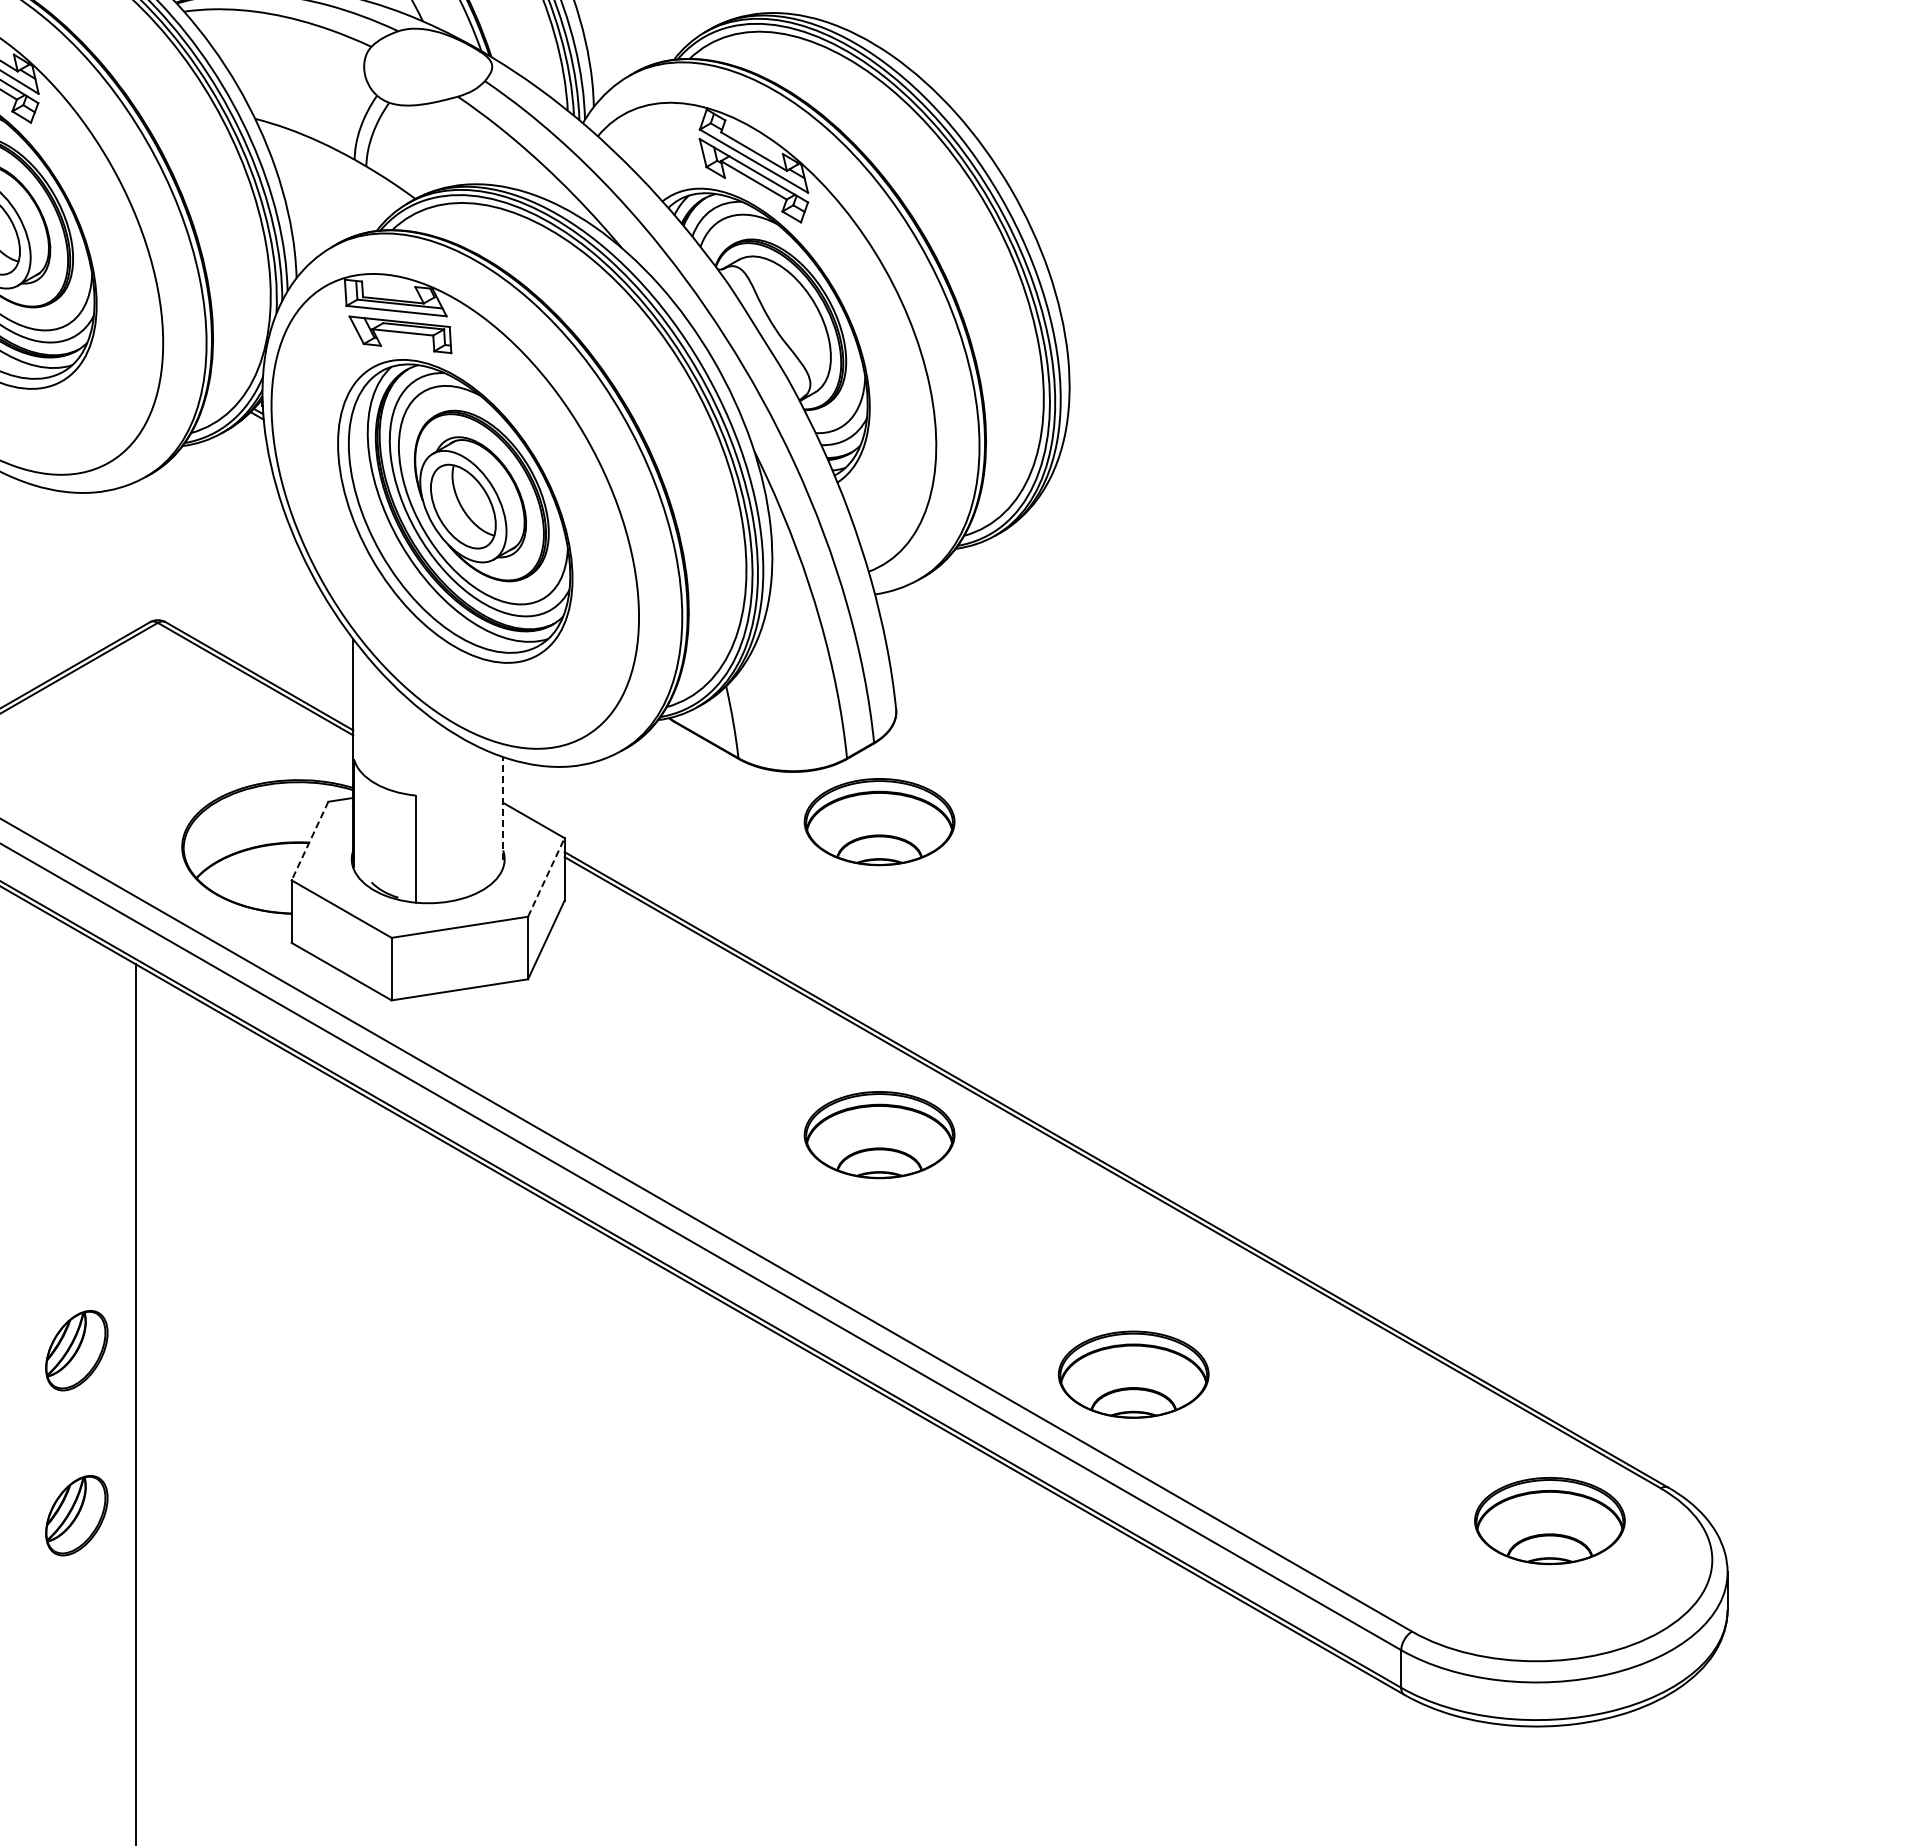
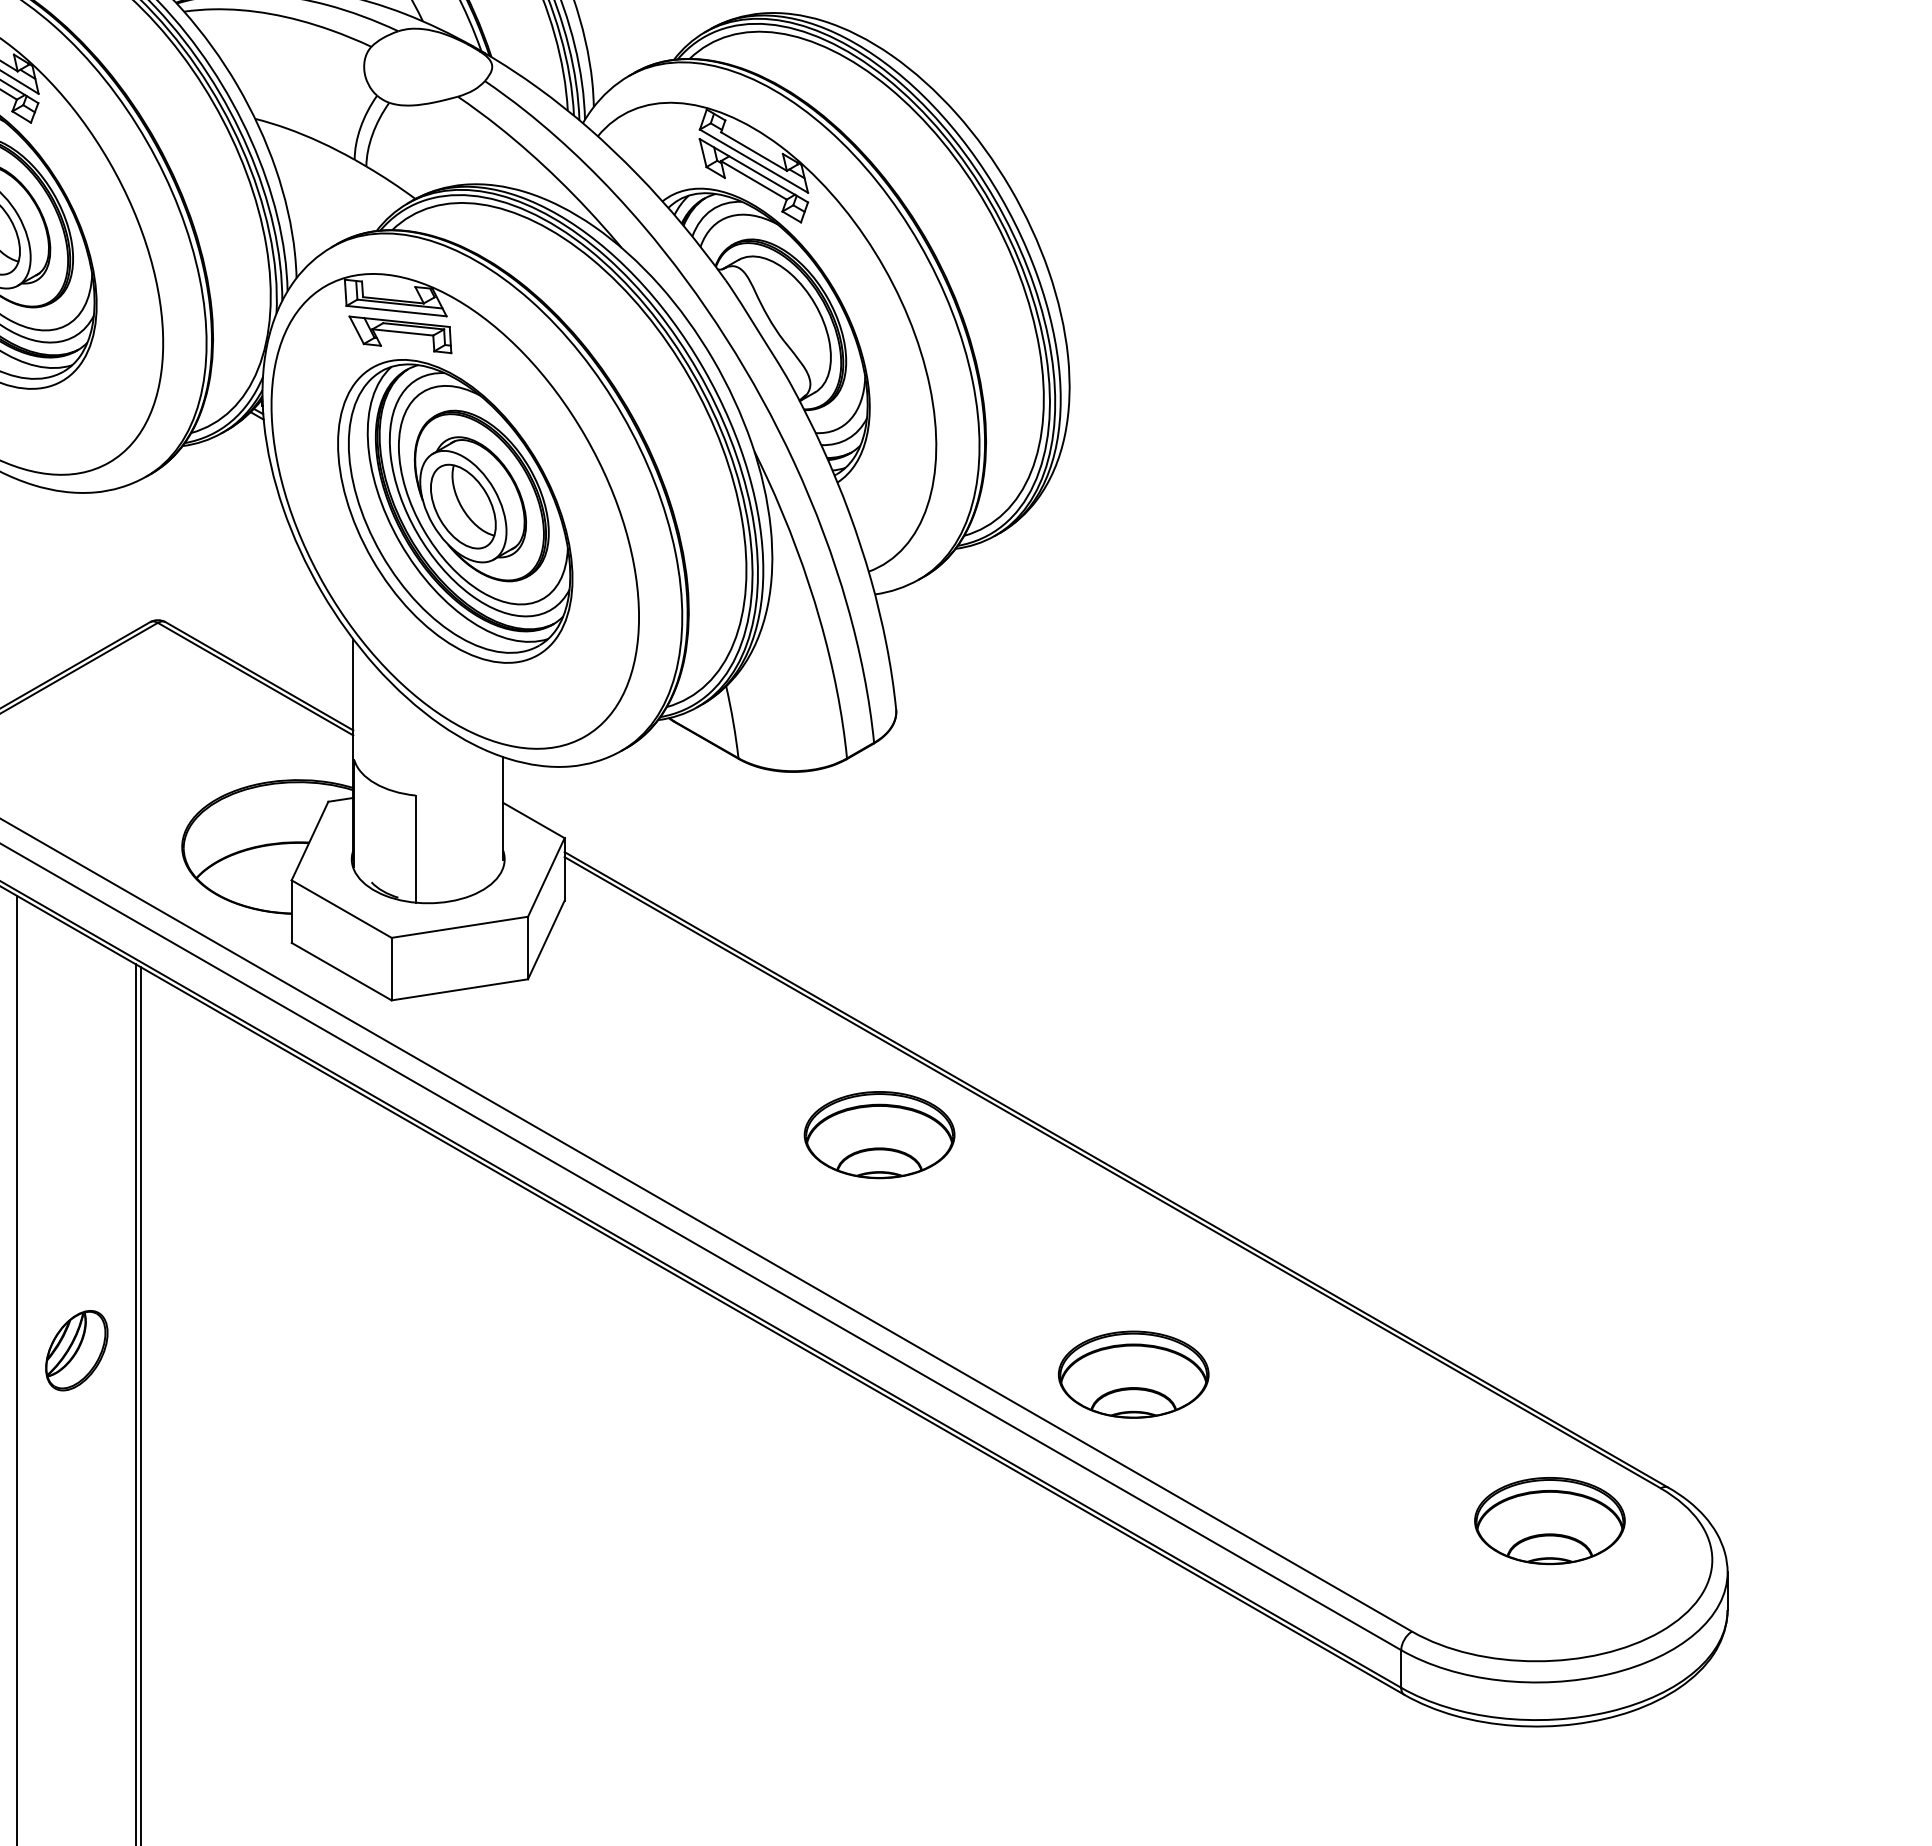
line at (503, 808): dashed -> solid
part at (879, 822): present -> none
line at (309, 841): dashed -> solid
line at (546, 877): dashed -> solid
line at (17, 1369): none -> present
line at (140, 1404): none -> present
part at (76, 1515): present -> none
